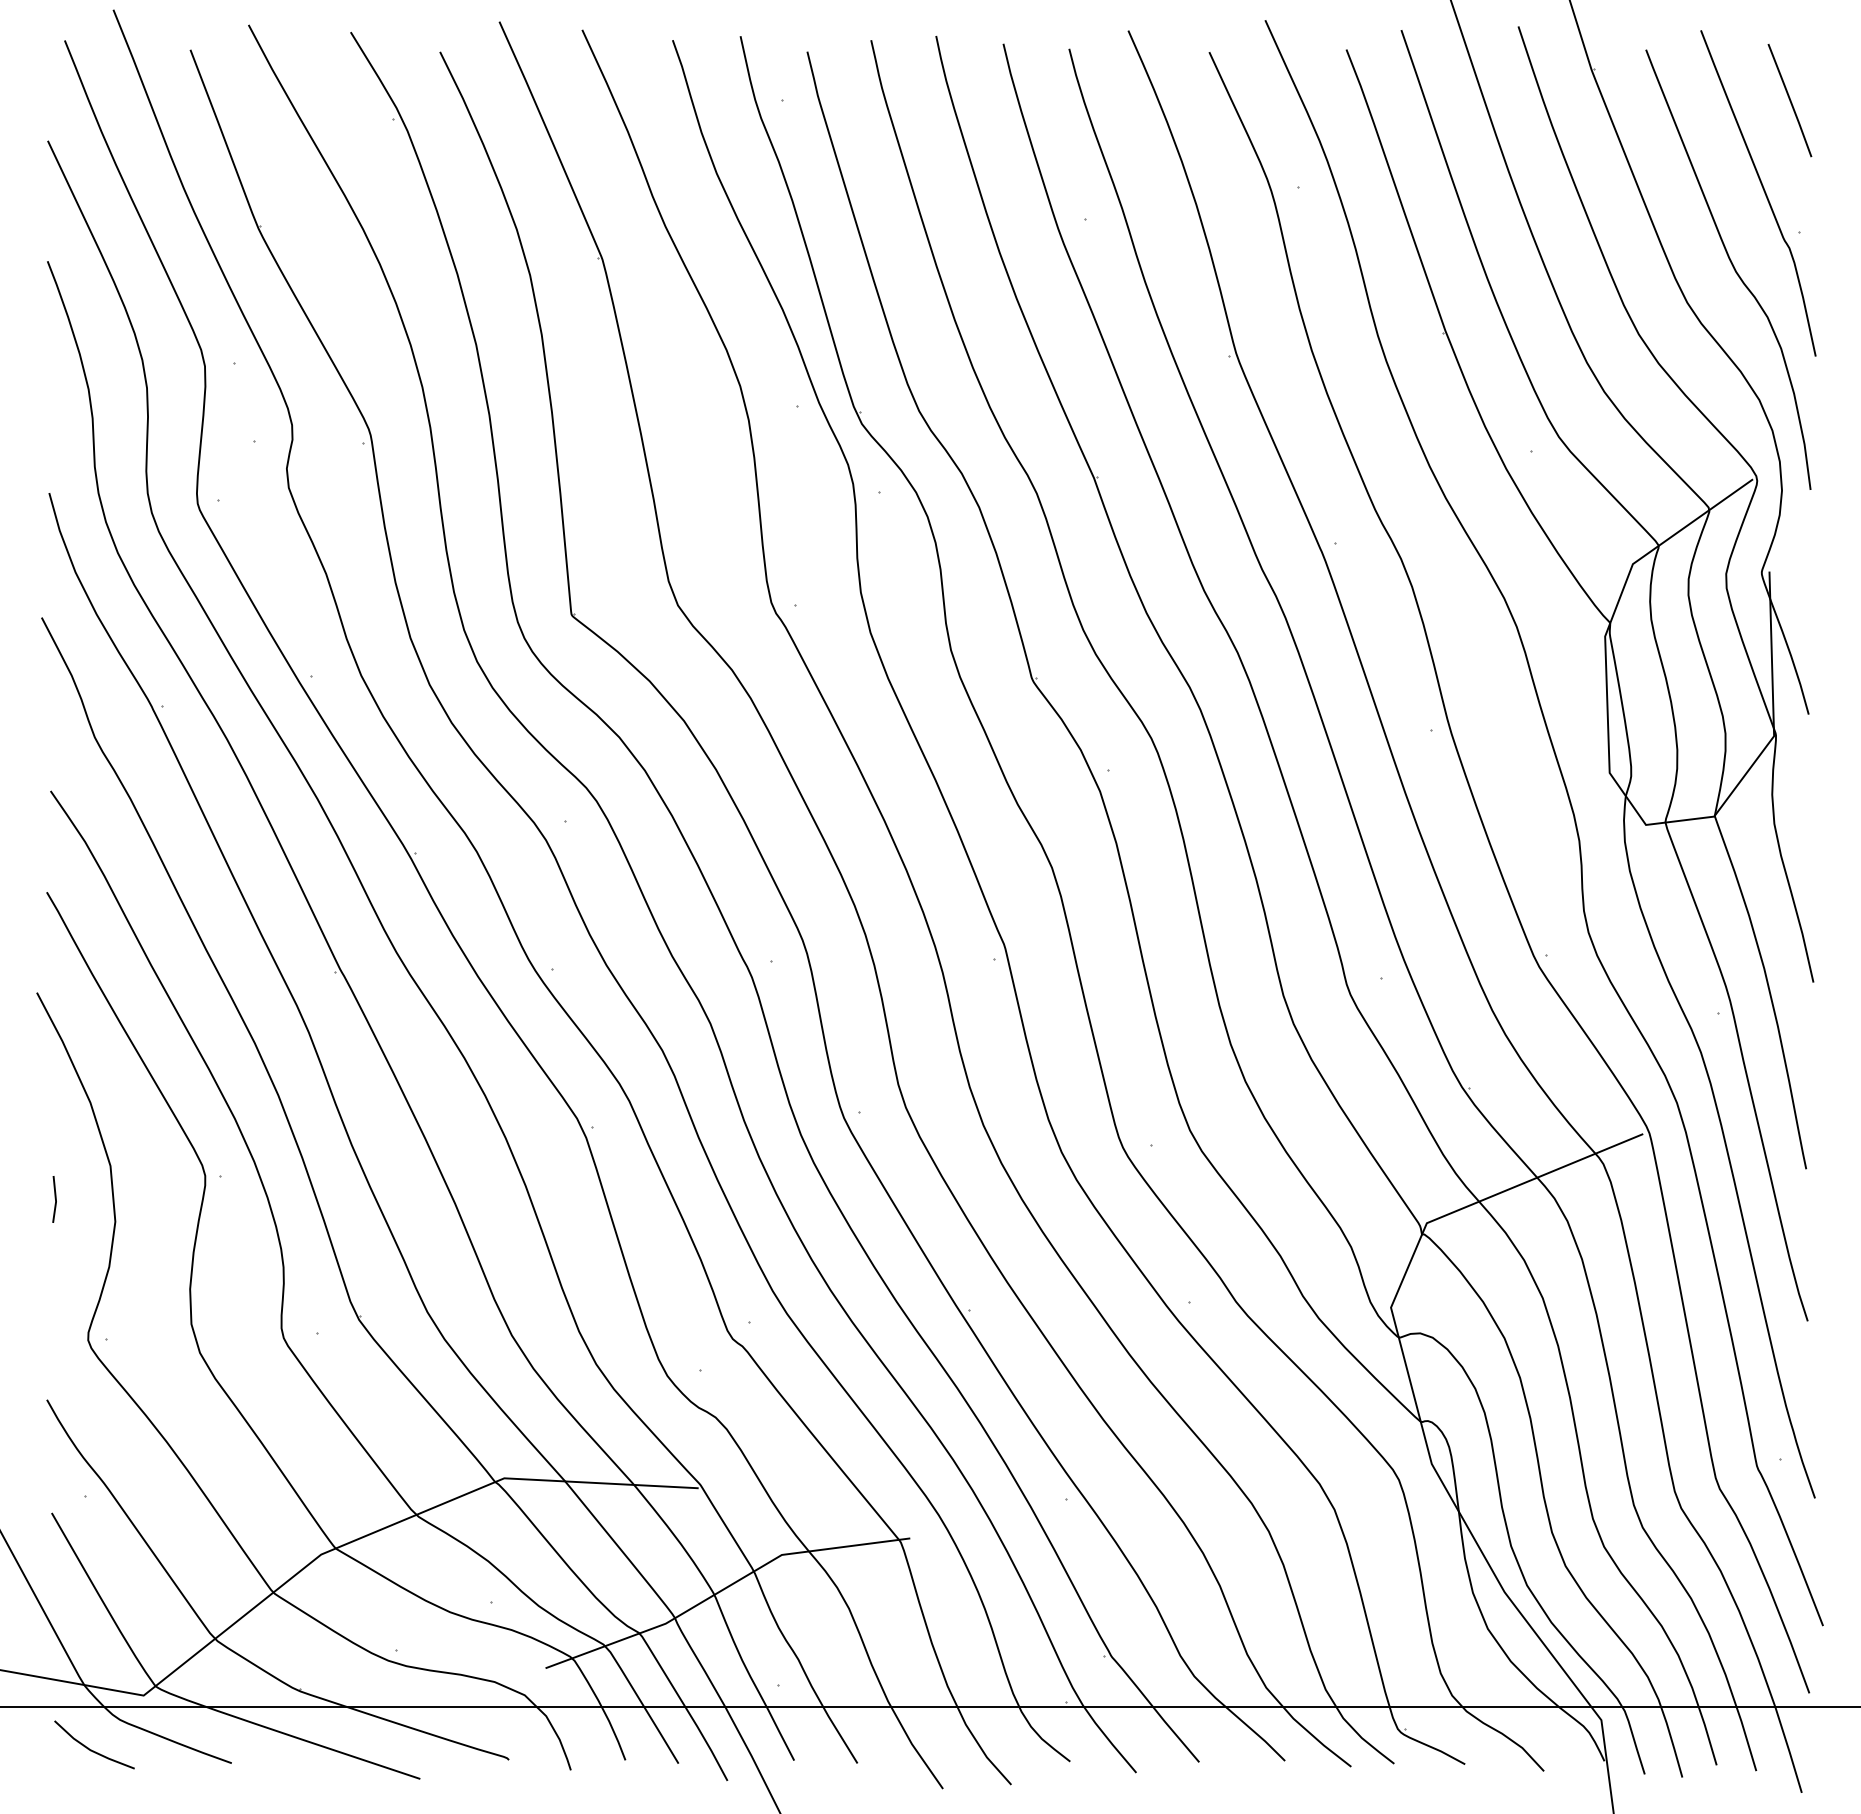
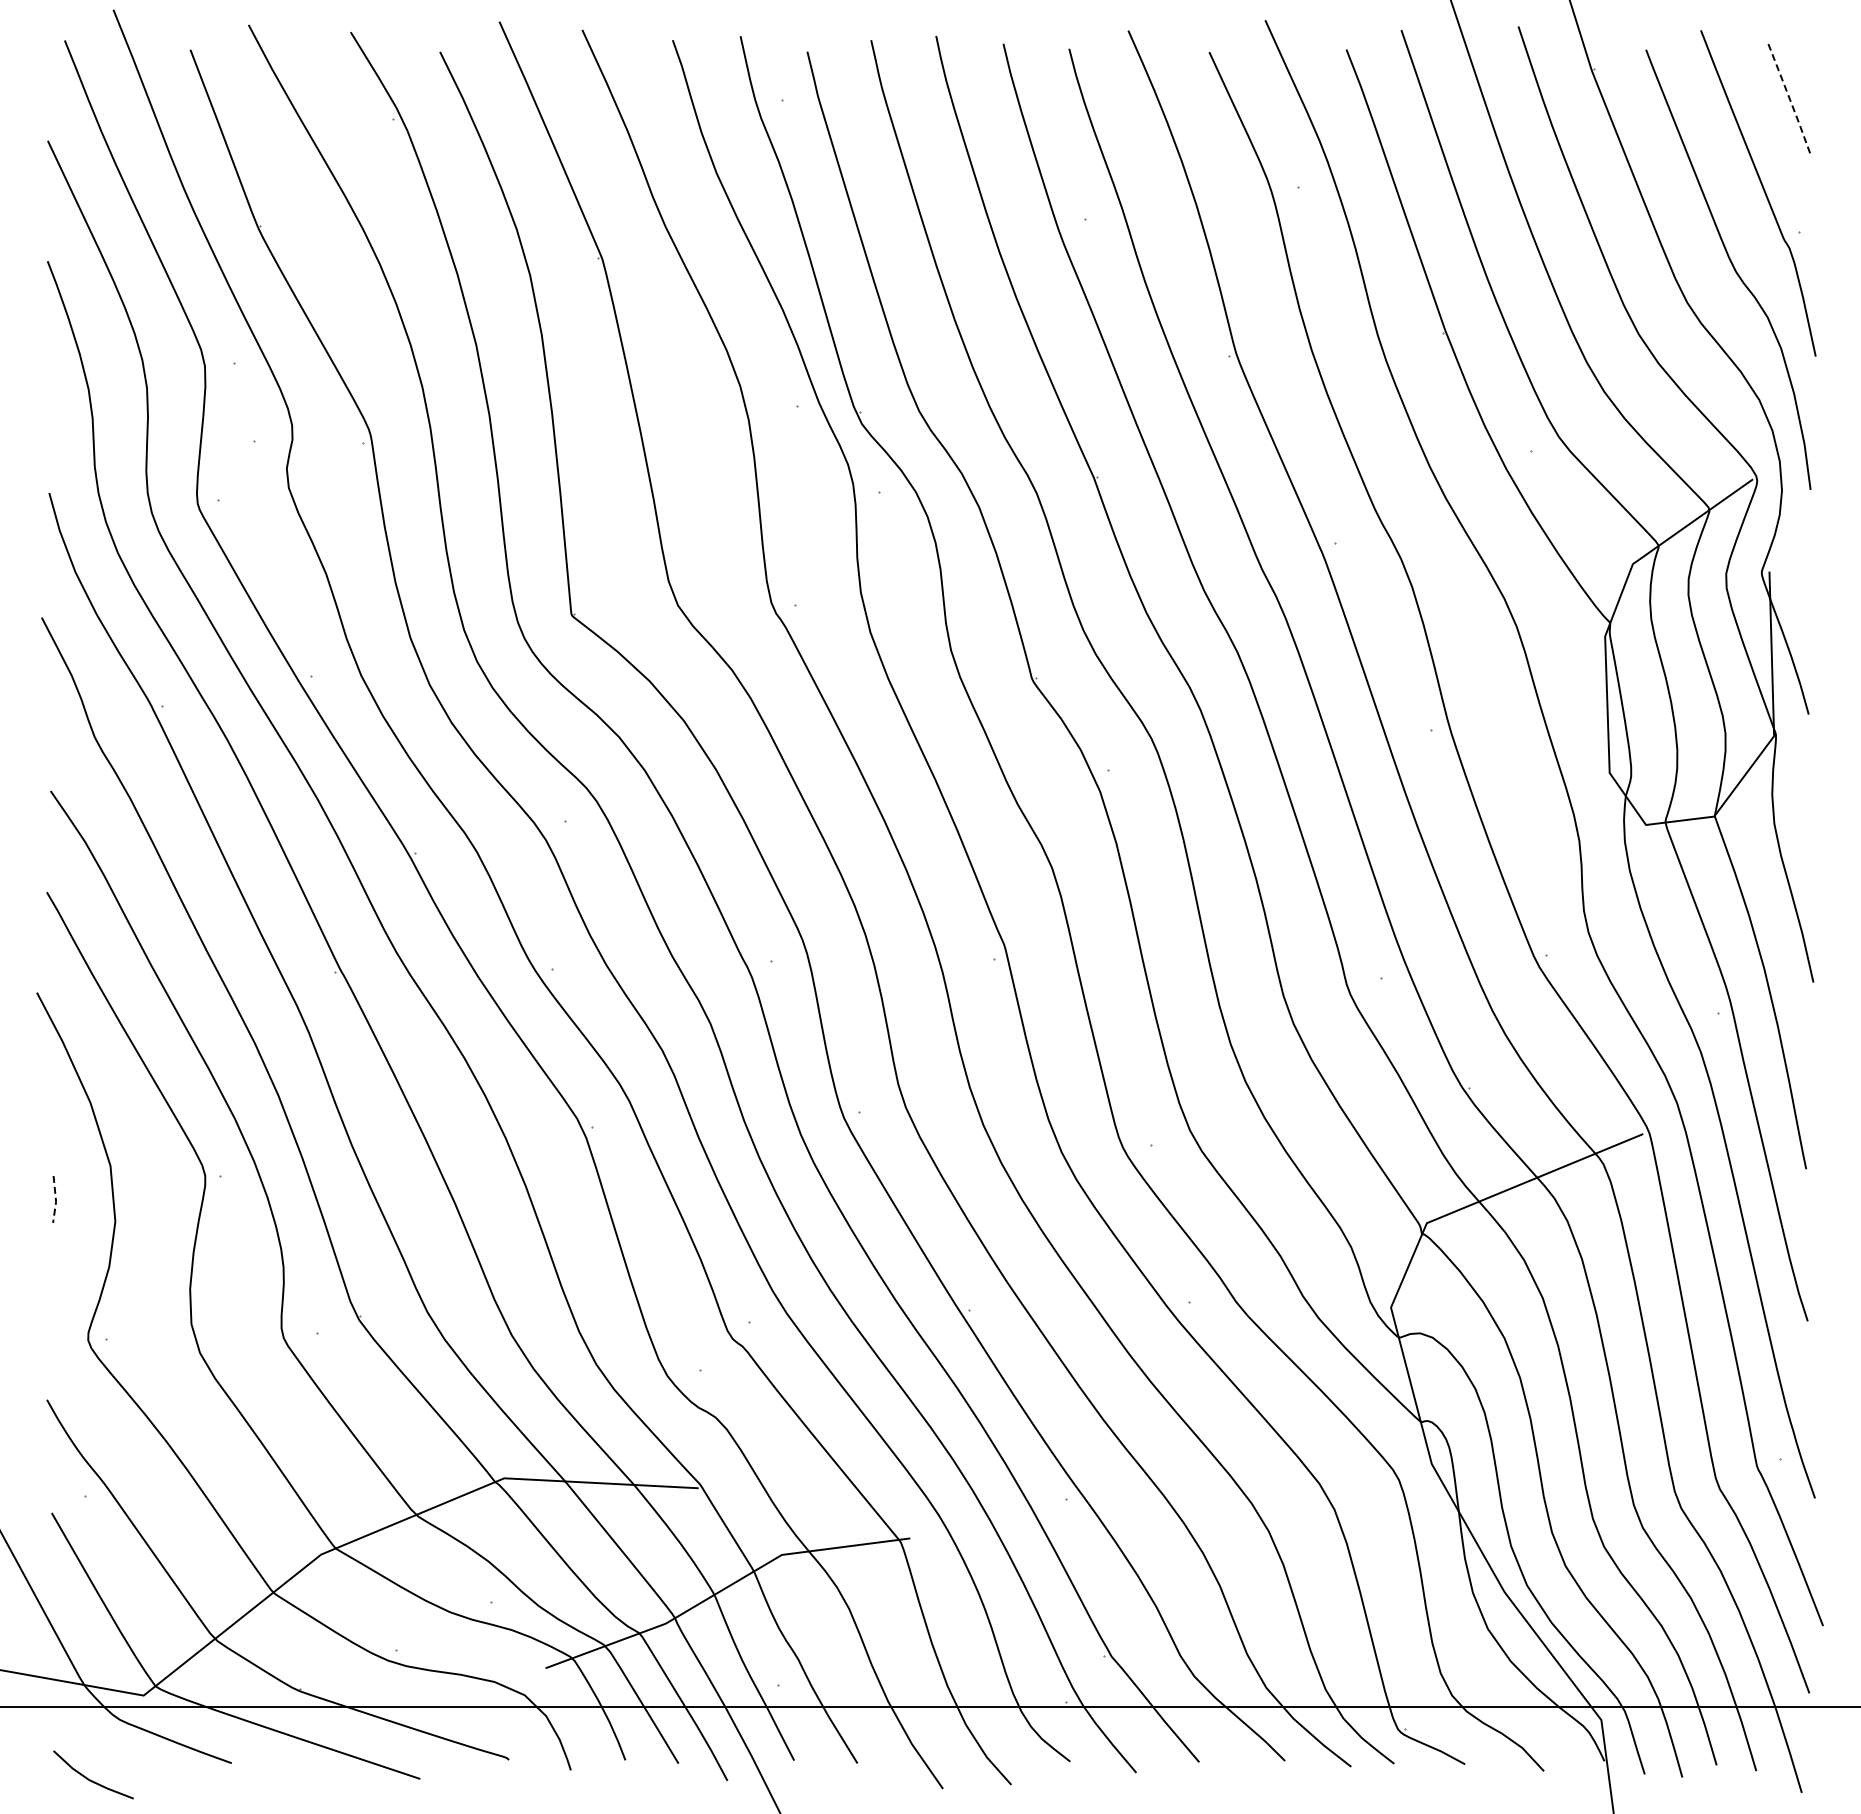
line at (1790, 100): solid -> dashed
line at (56, 1200): solid -> dashed
line at (91, 1749) position: (91, 1749) -> (90, 1779)
